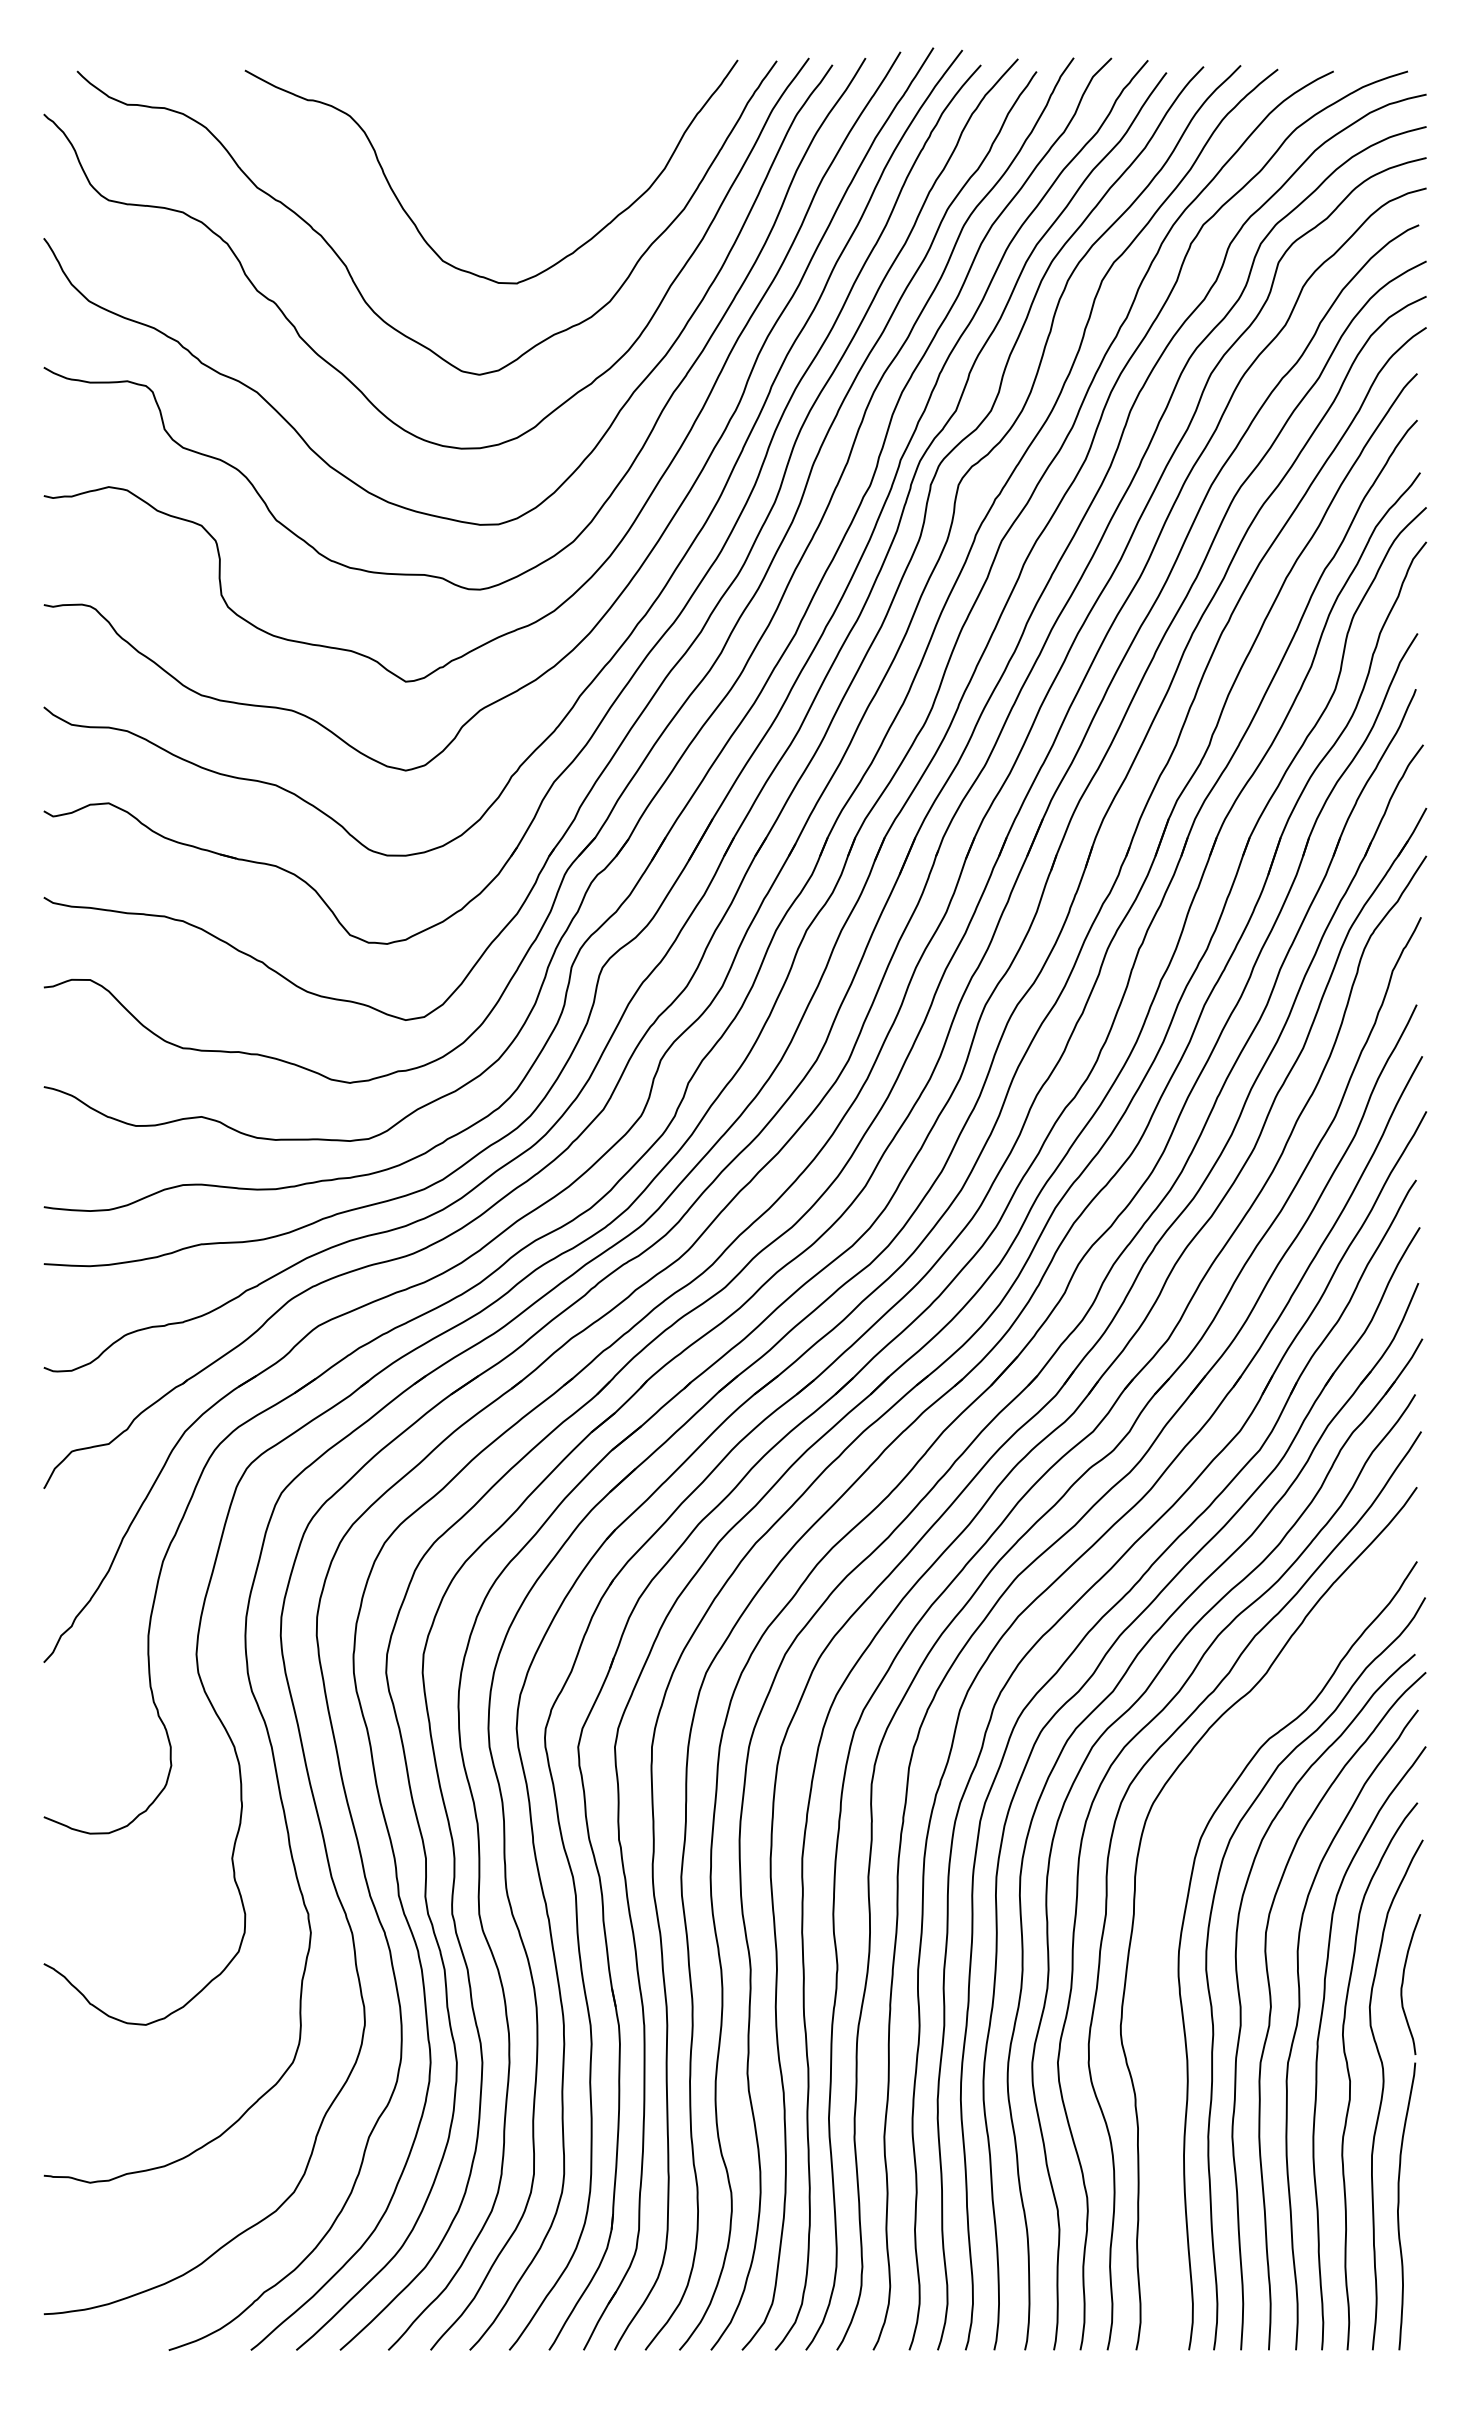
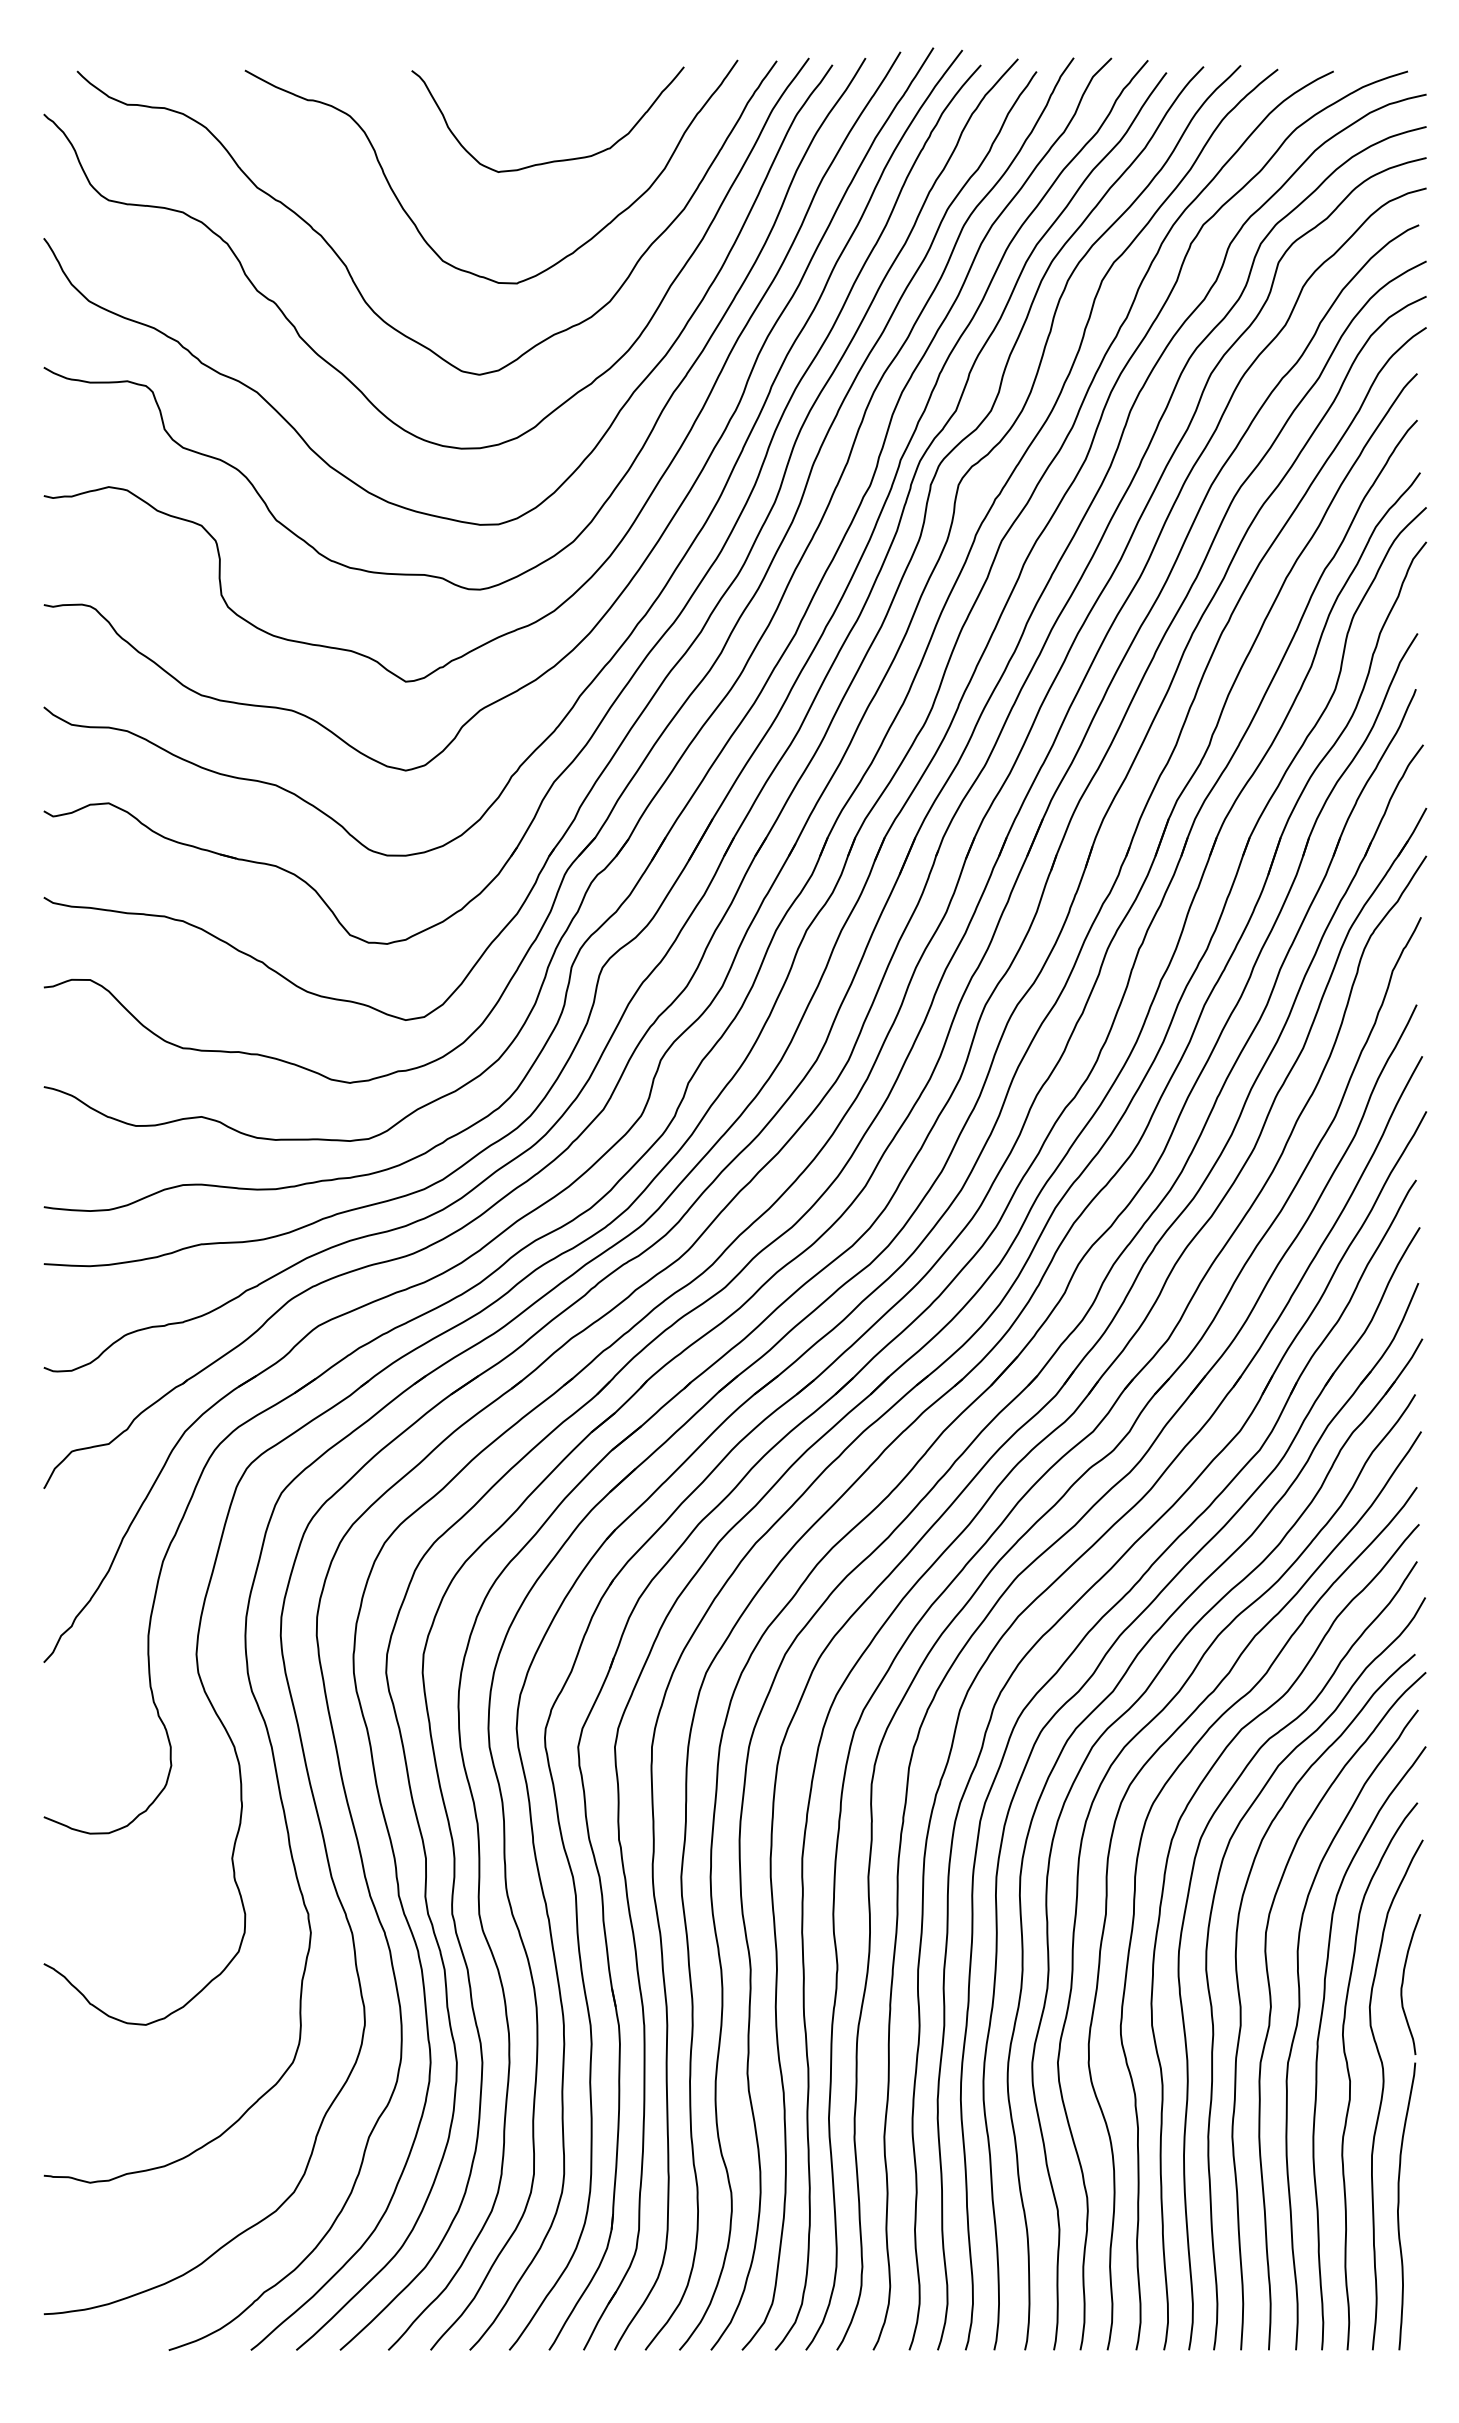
curve at (552, 160): none -> present
curve at (1160, 1917): none -> present
